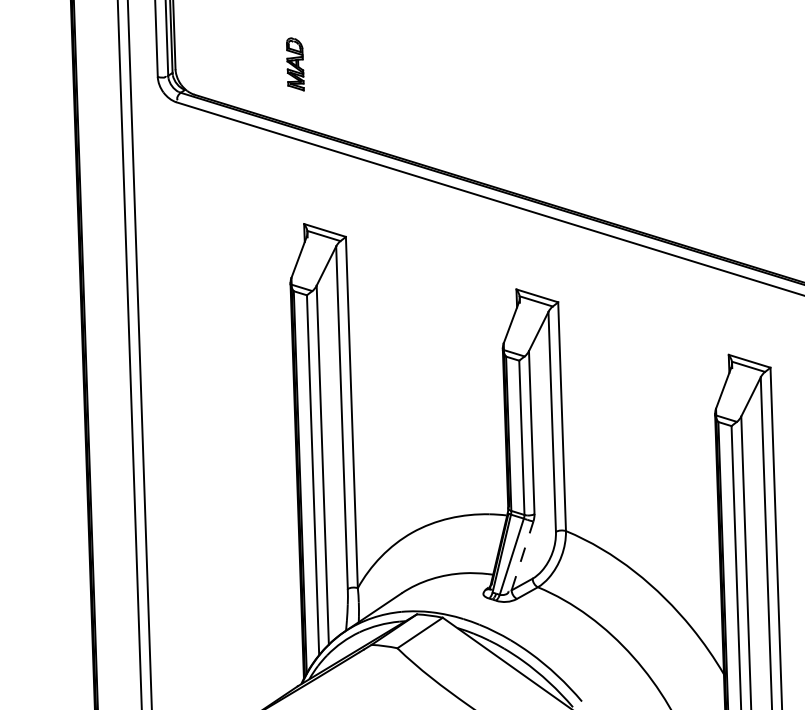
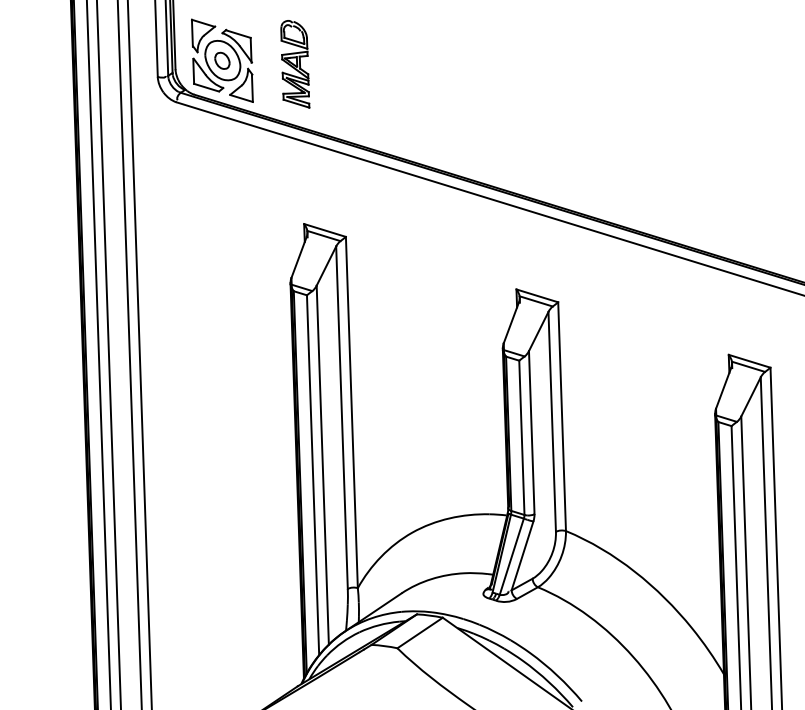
part at (222, 60): none -> present
part at (295, 64) size: 19x55 px -> 31x89 px
line at (98, 354): none -> present
line at (108, 354): none -> present
line at (522, 555): dashed -> solid
